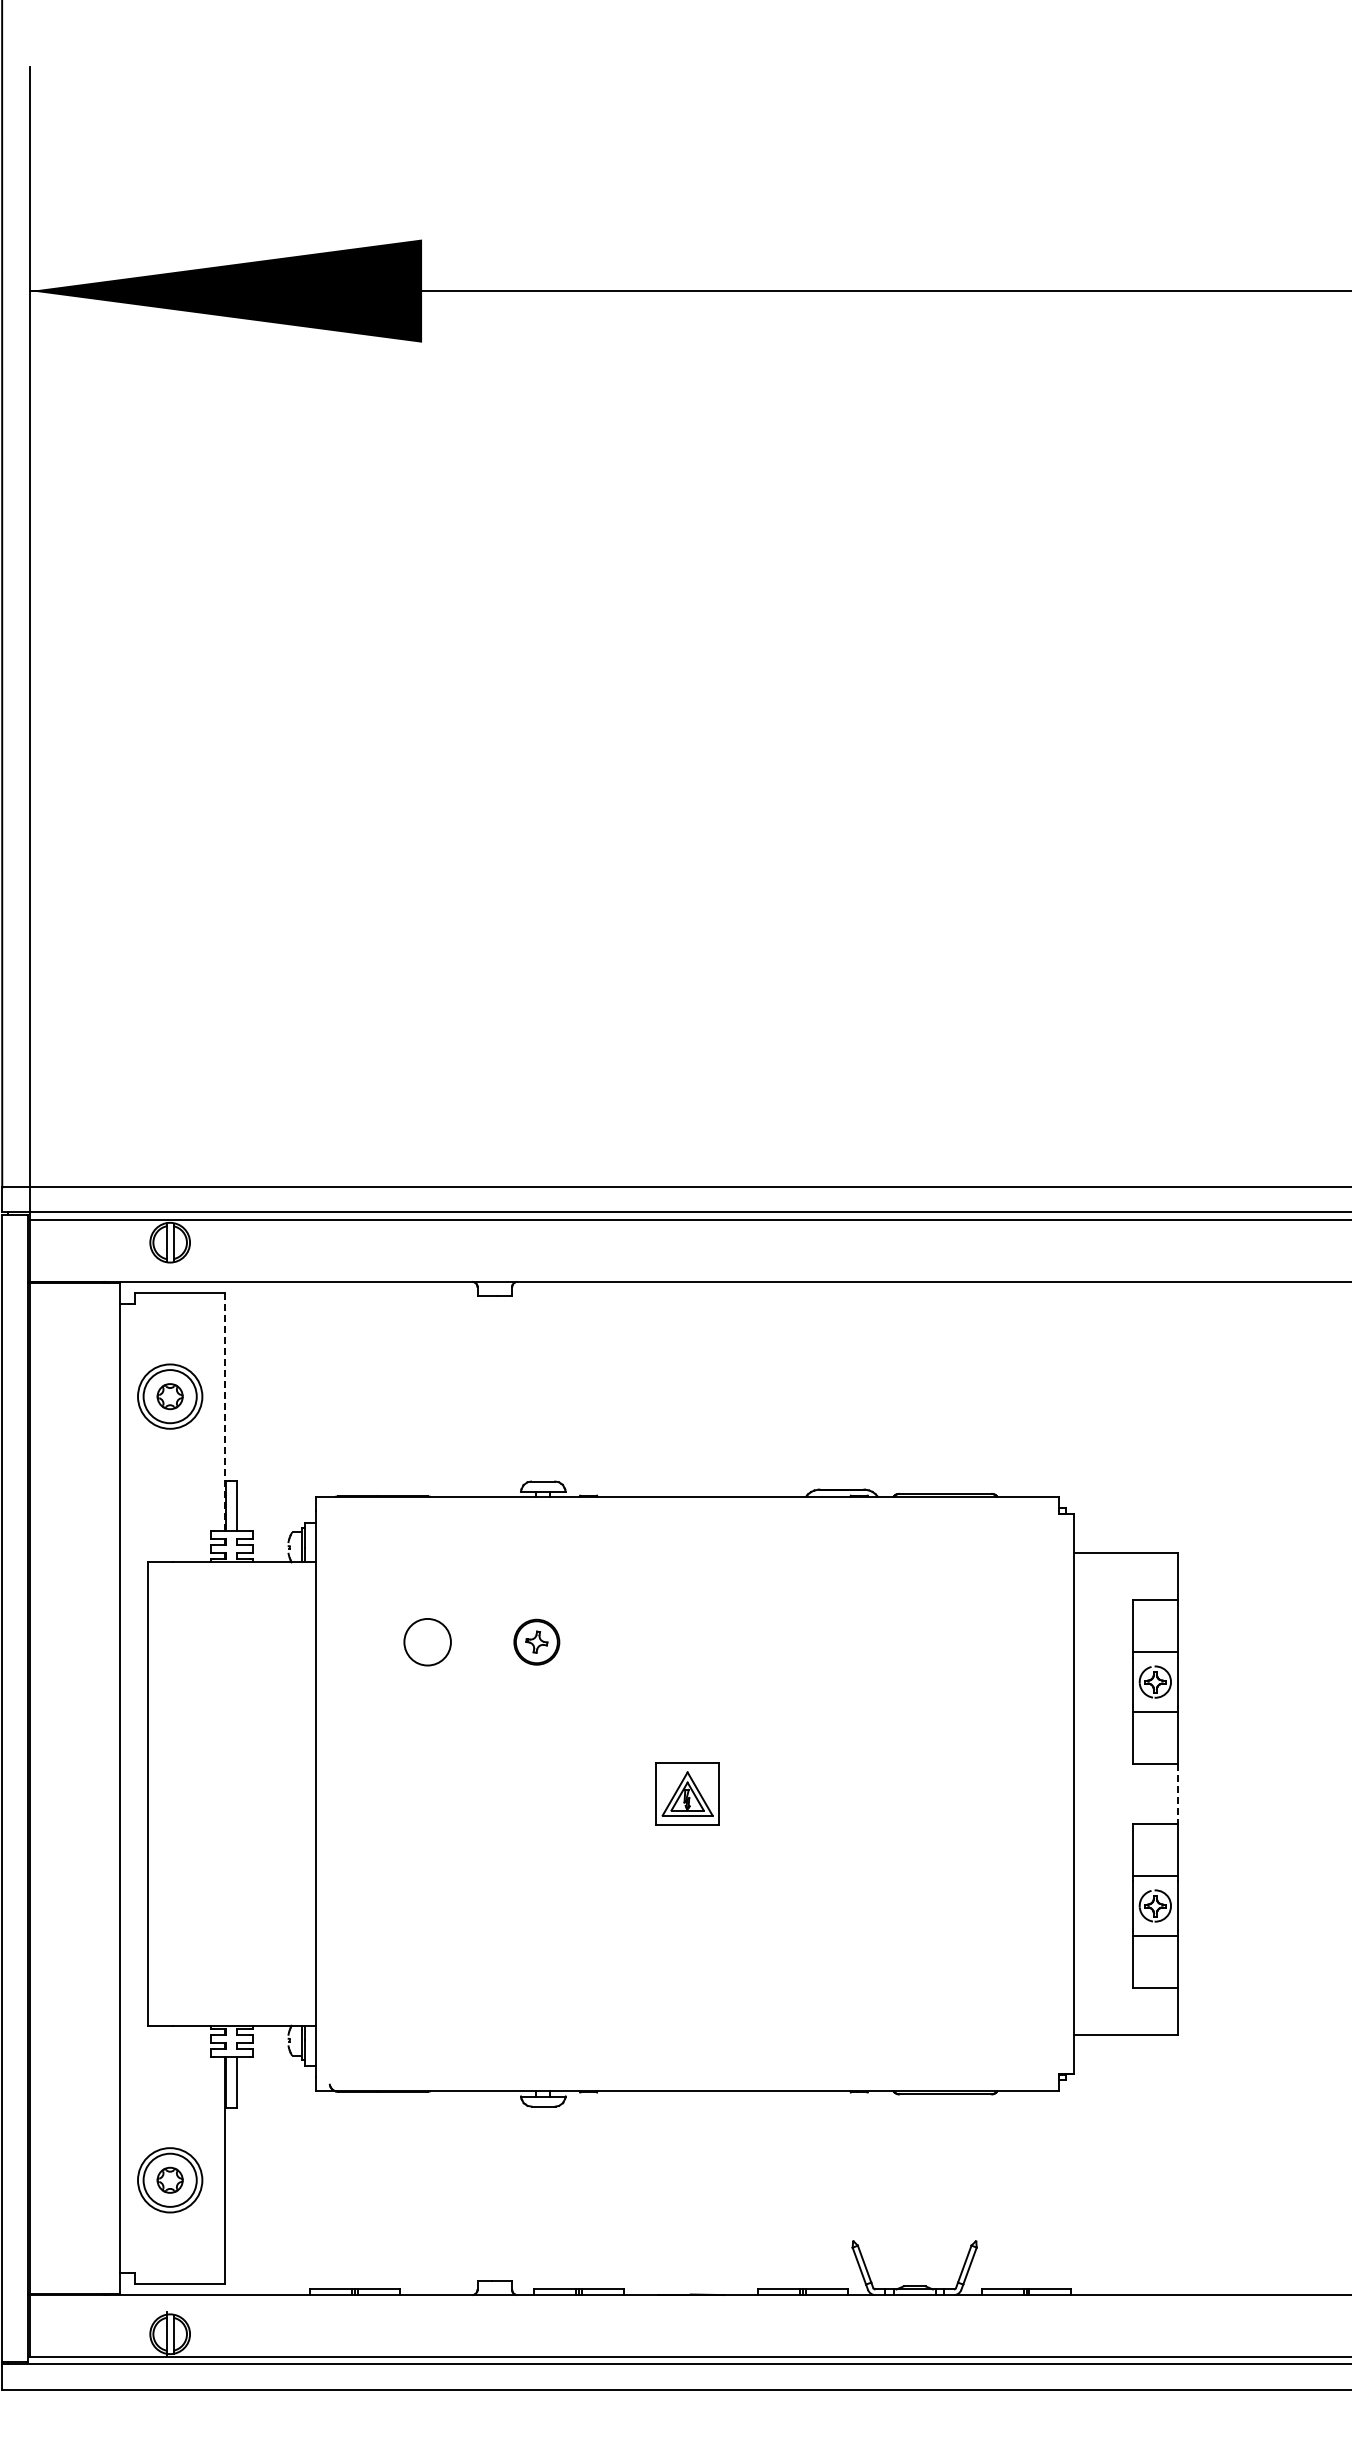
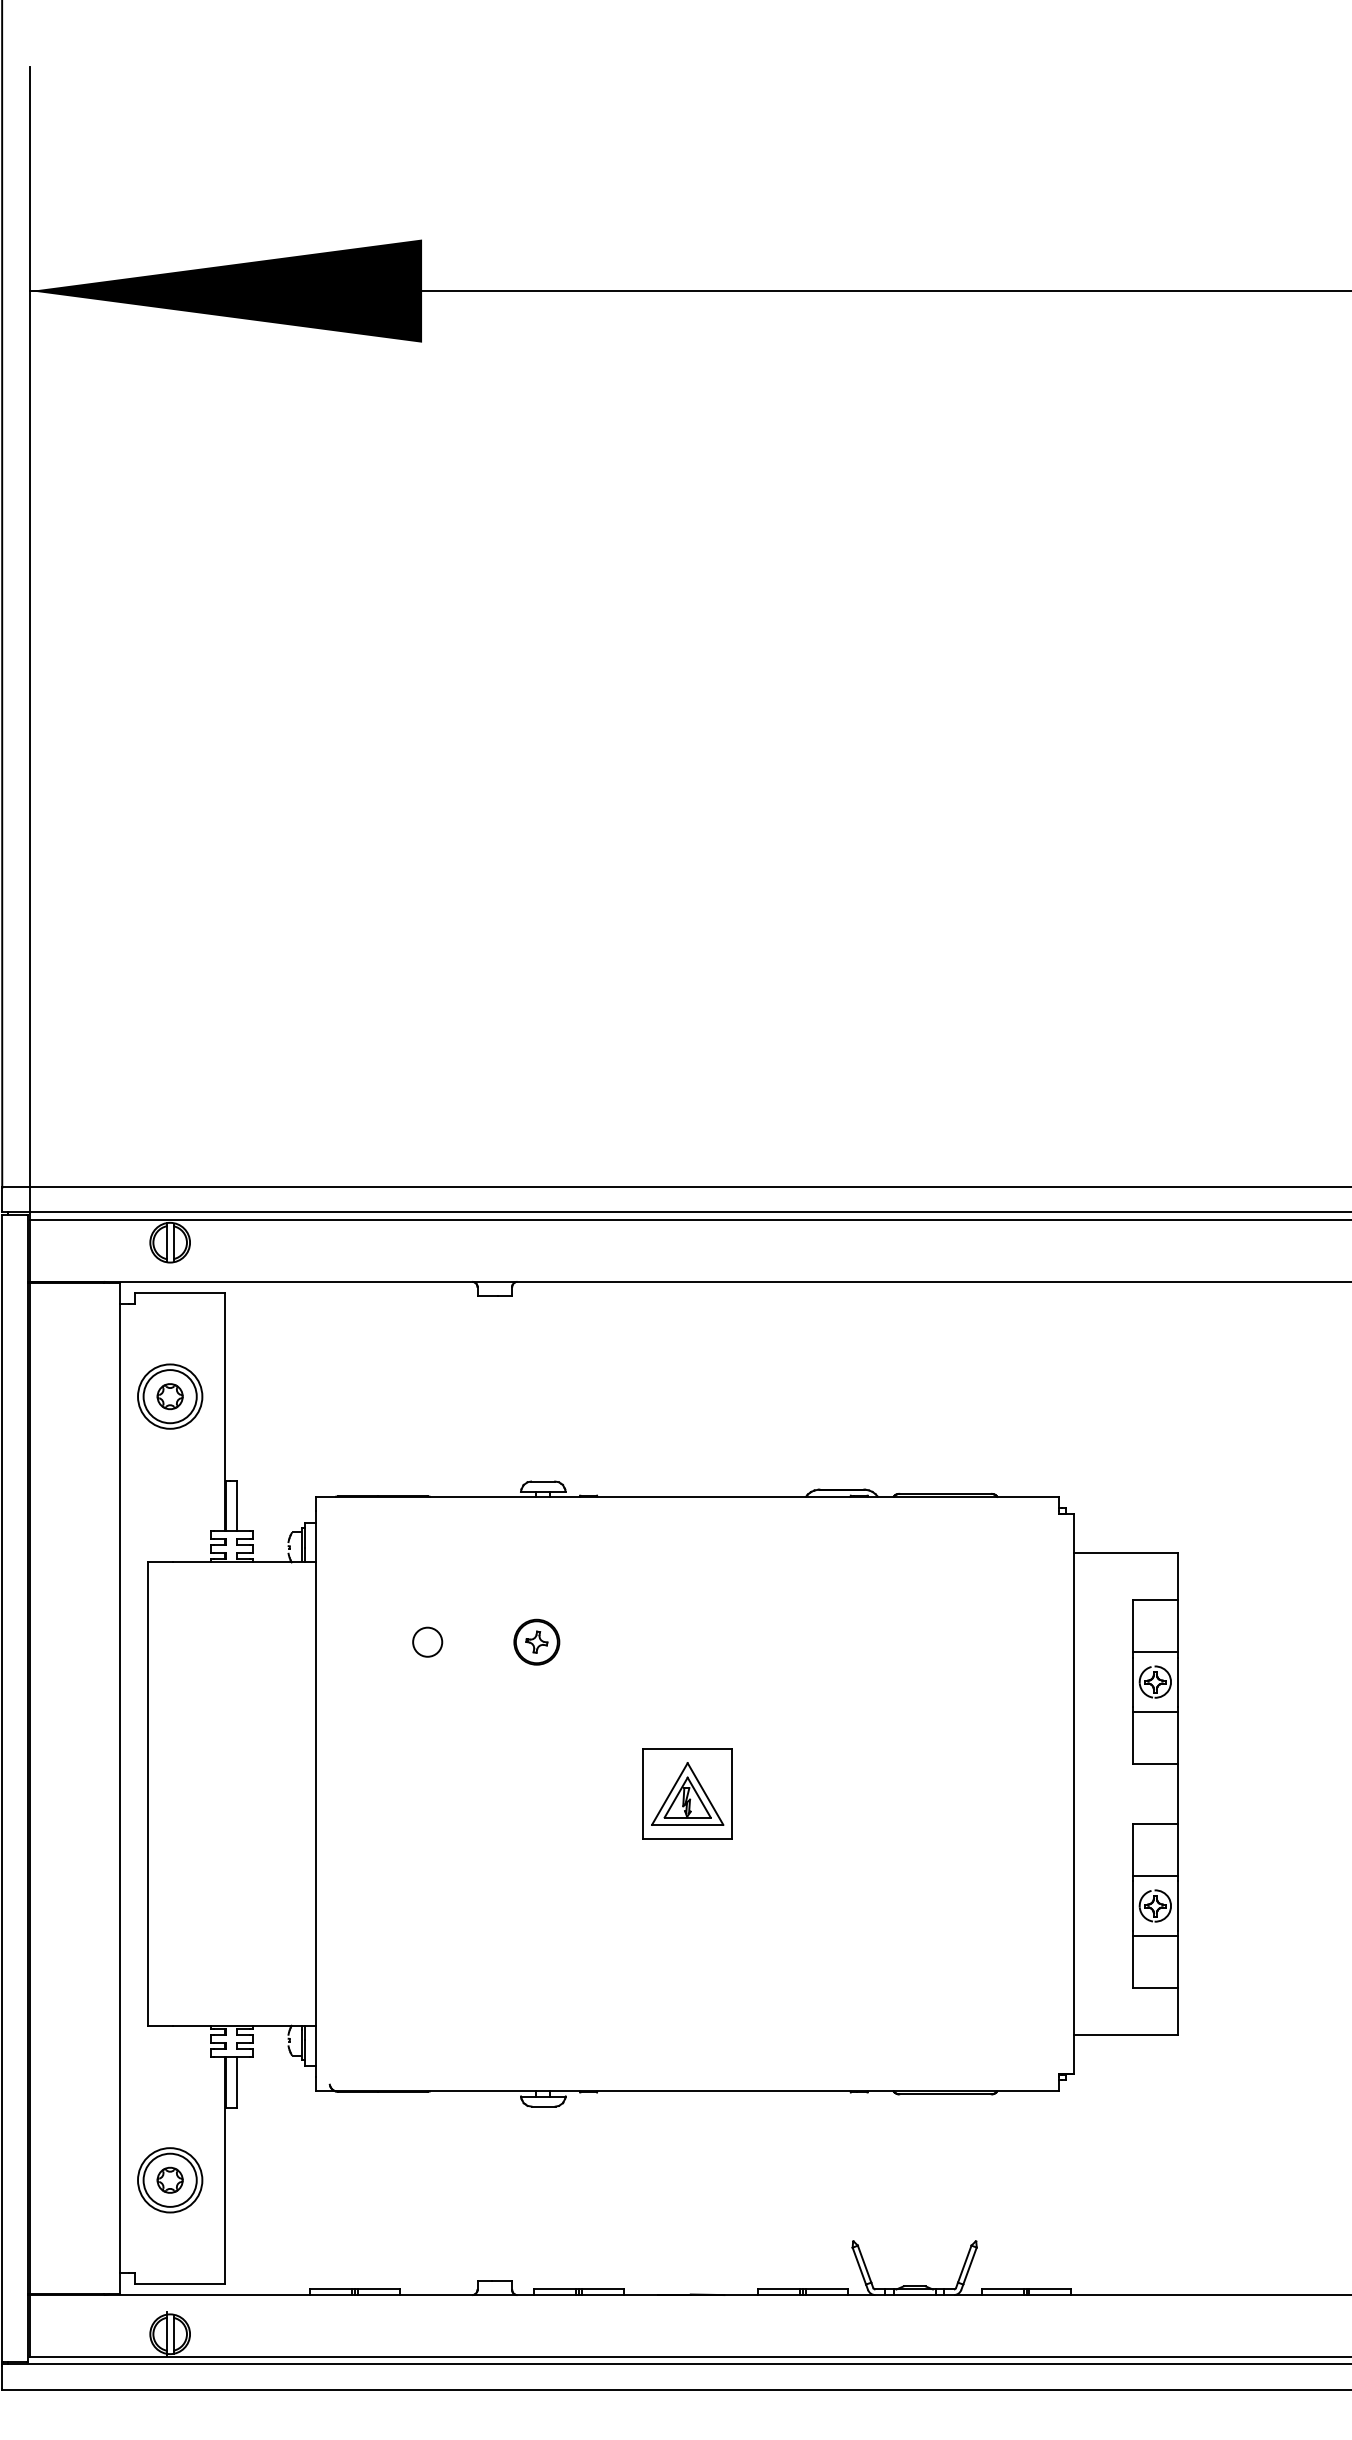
line at (224, 1412): dashed -> solid
circle at (427, 1641) diameter: 47 px -> 29 px
part at (687, 1793) size: 65x64 px -> 91x92 px
line at (1177, 1794): dashed -> solid
